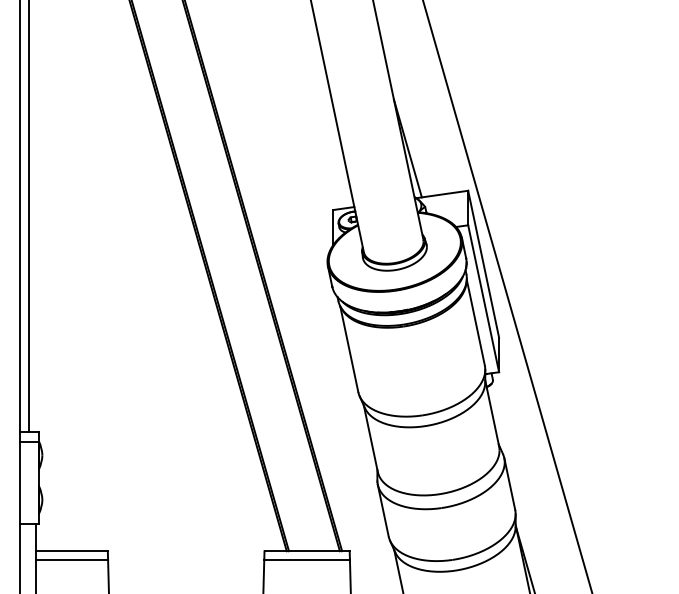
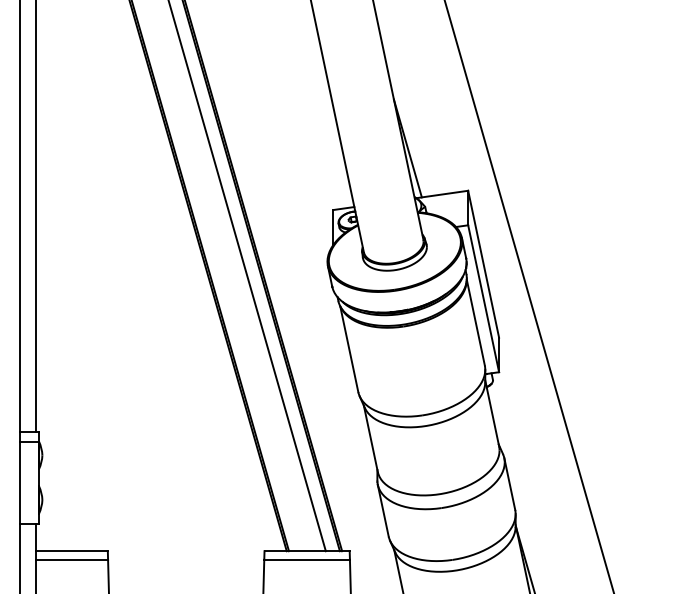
line at (28, 216) position: (28, 216) -> (35, 216)
line at (247, 276): none -> present
line at (507, 296) position: (507, 296) -> (529, 296)
